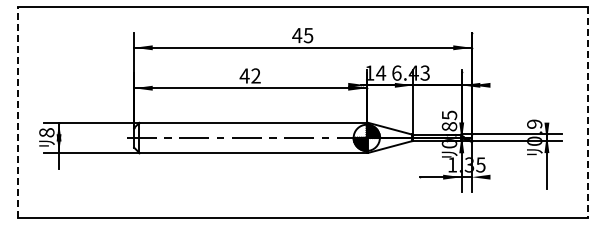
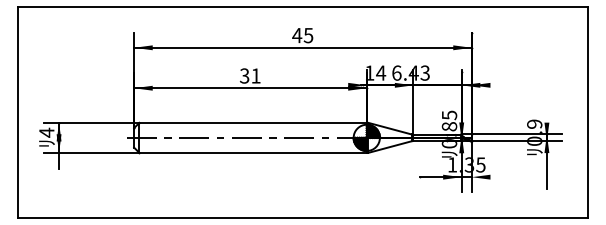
text at (249, 75): 42 -> 31
line at (18, 112): dashed -> solid
line at (587, 112): dashed -> solid
text at (46, 132): 8 -> 4
